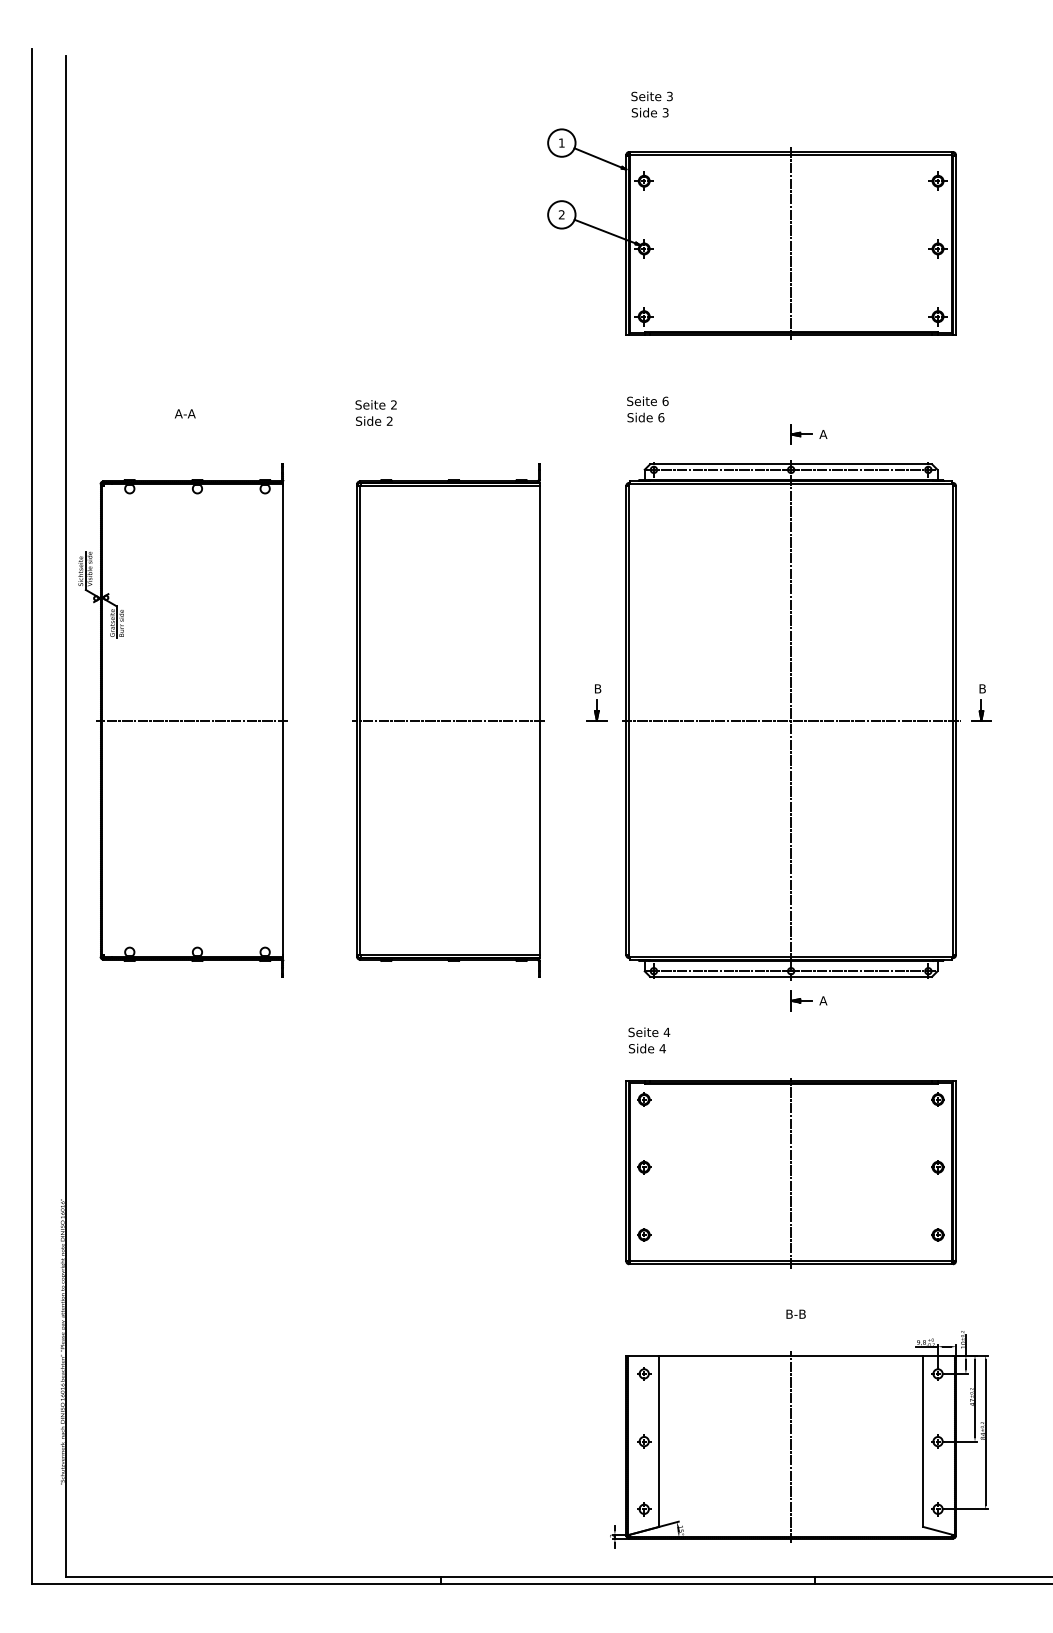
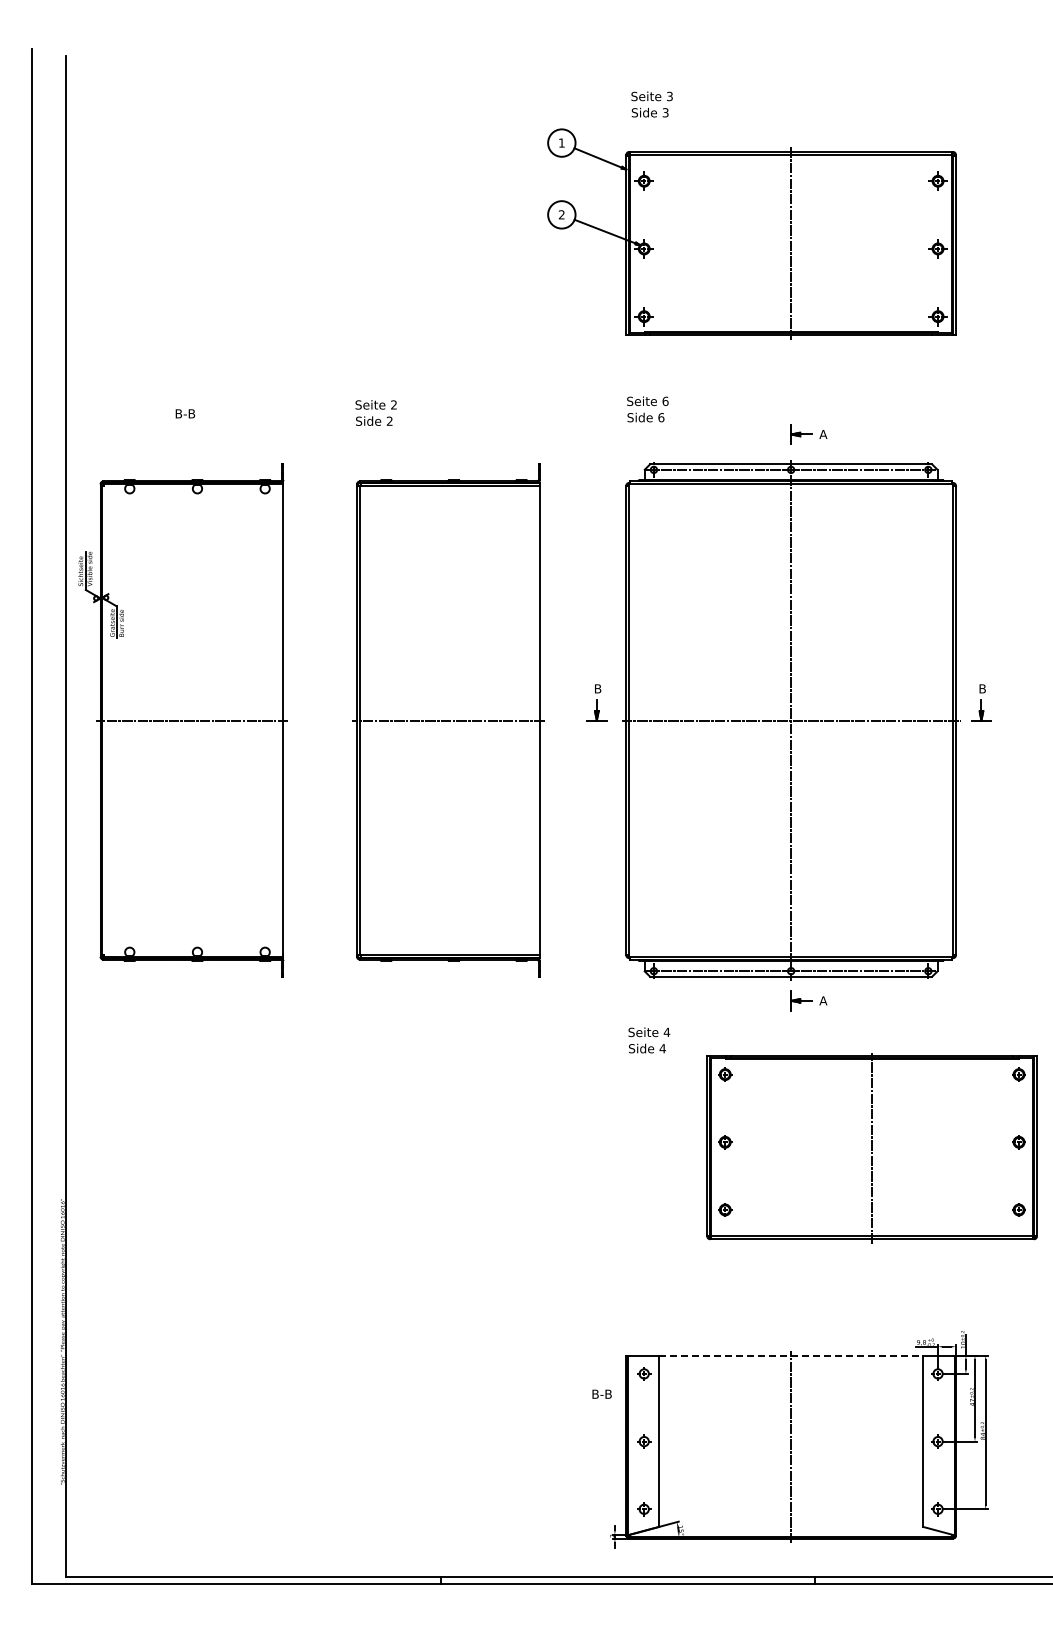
text at (184, 413): A-A -> B-B
part at (790, 1173) position: (790, 1173) -> (871, 1148)
text at (795, 1313) position: (795, 1313) -> (601, 1393)
line at (791, 1355): solid -> dashed
